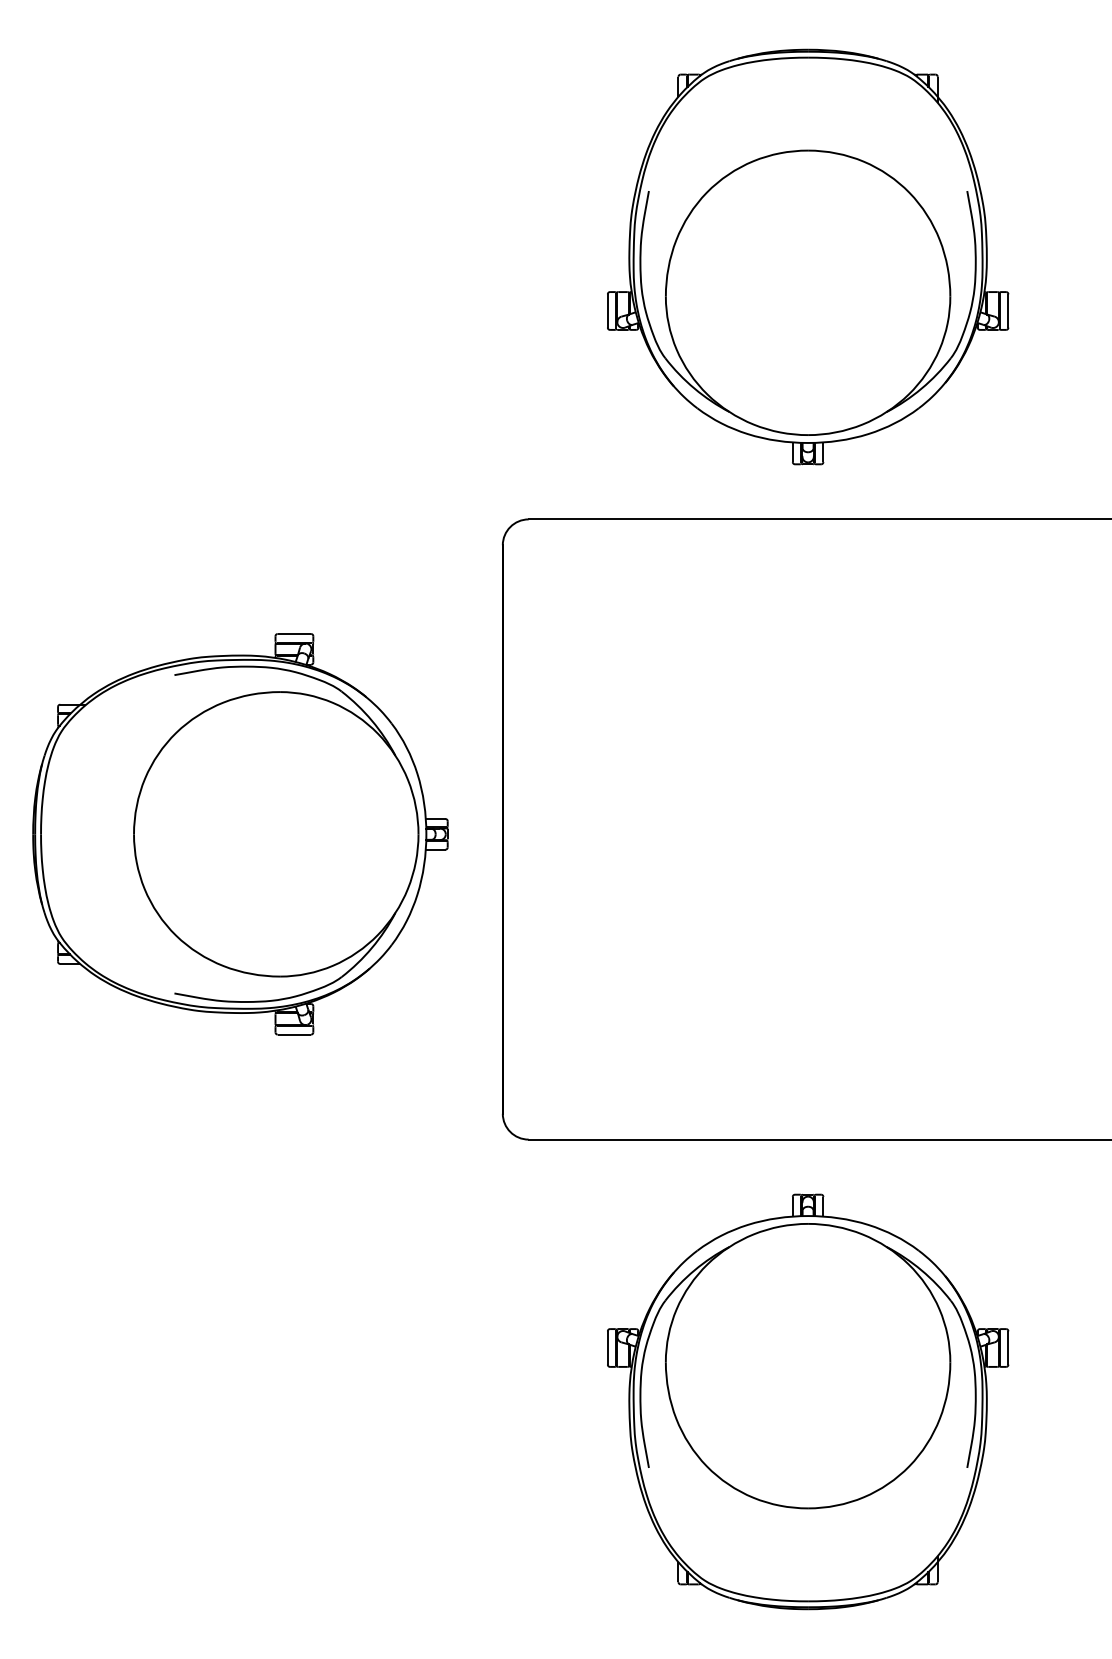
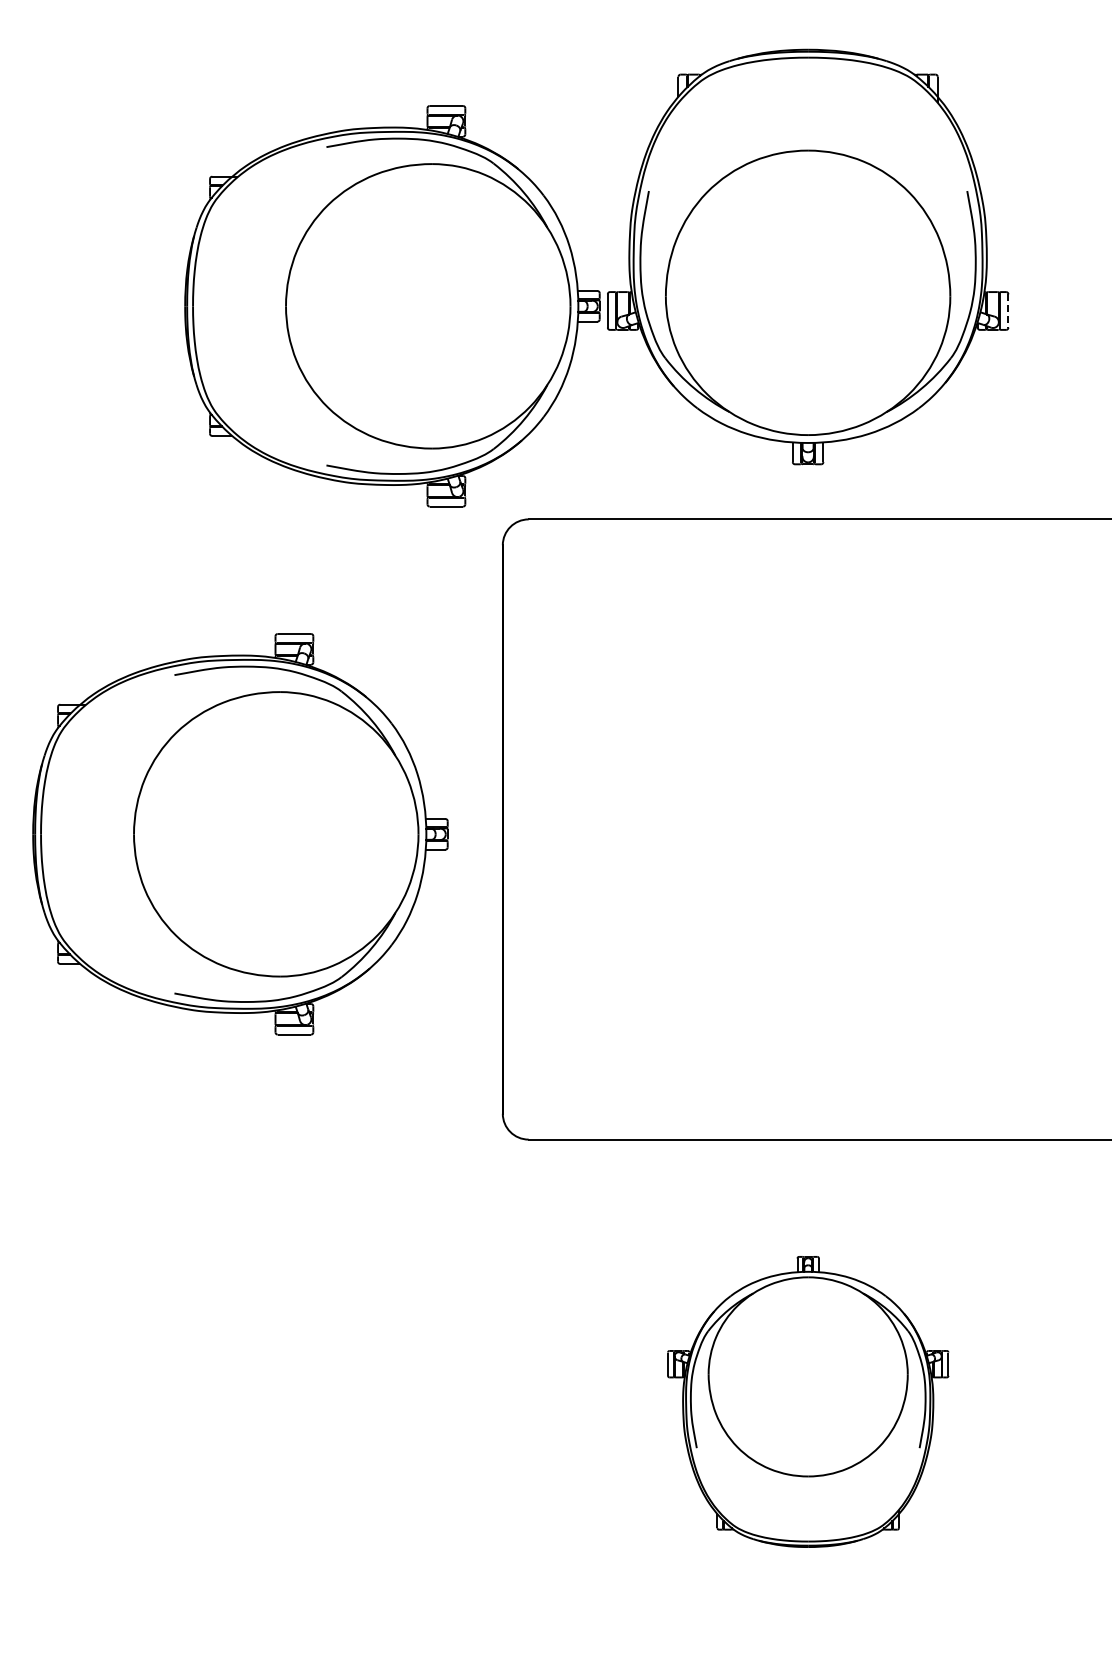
part at (392, 306): none -> present
line at (1008, 311): solid -> dashed
part at (808, 1401) size: 403x418 px -> 283x292 px
